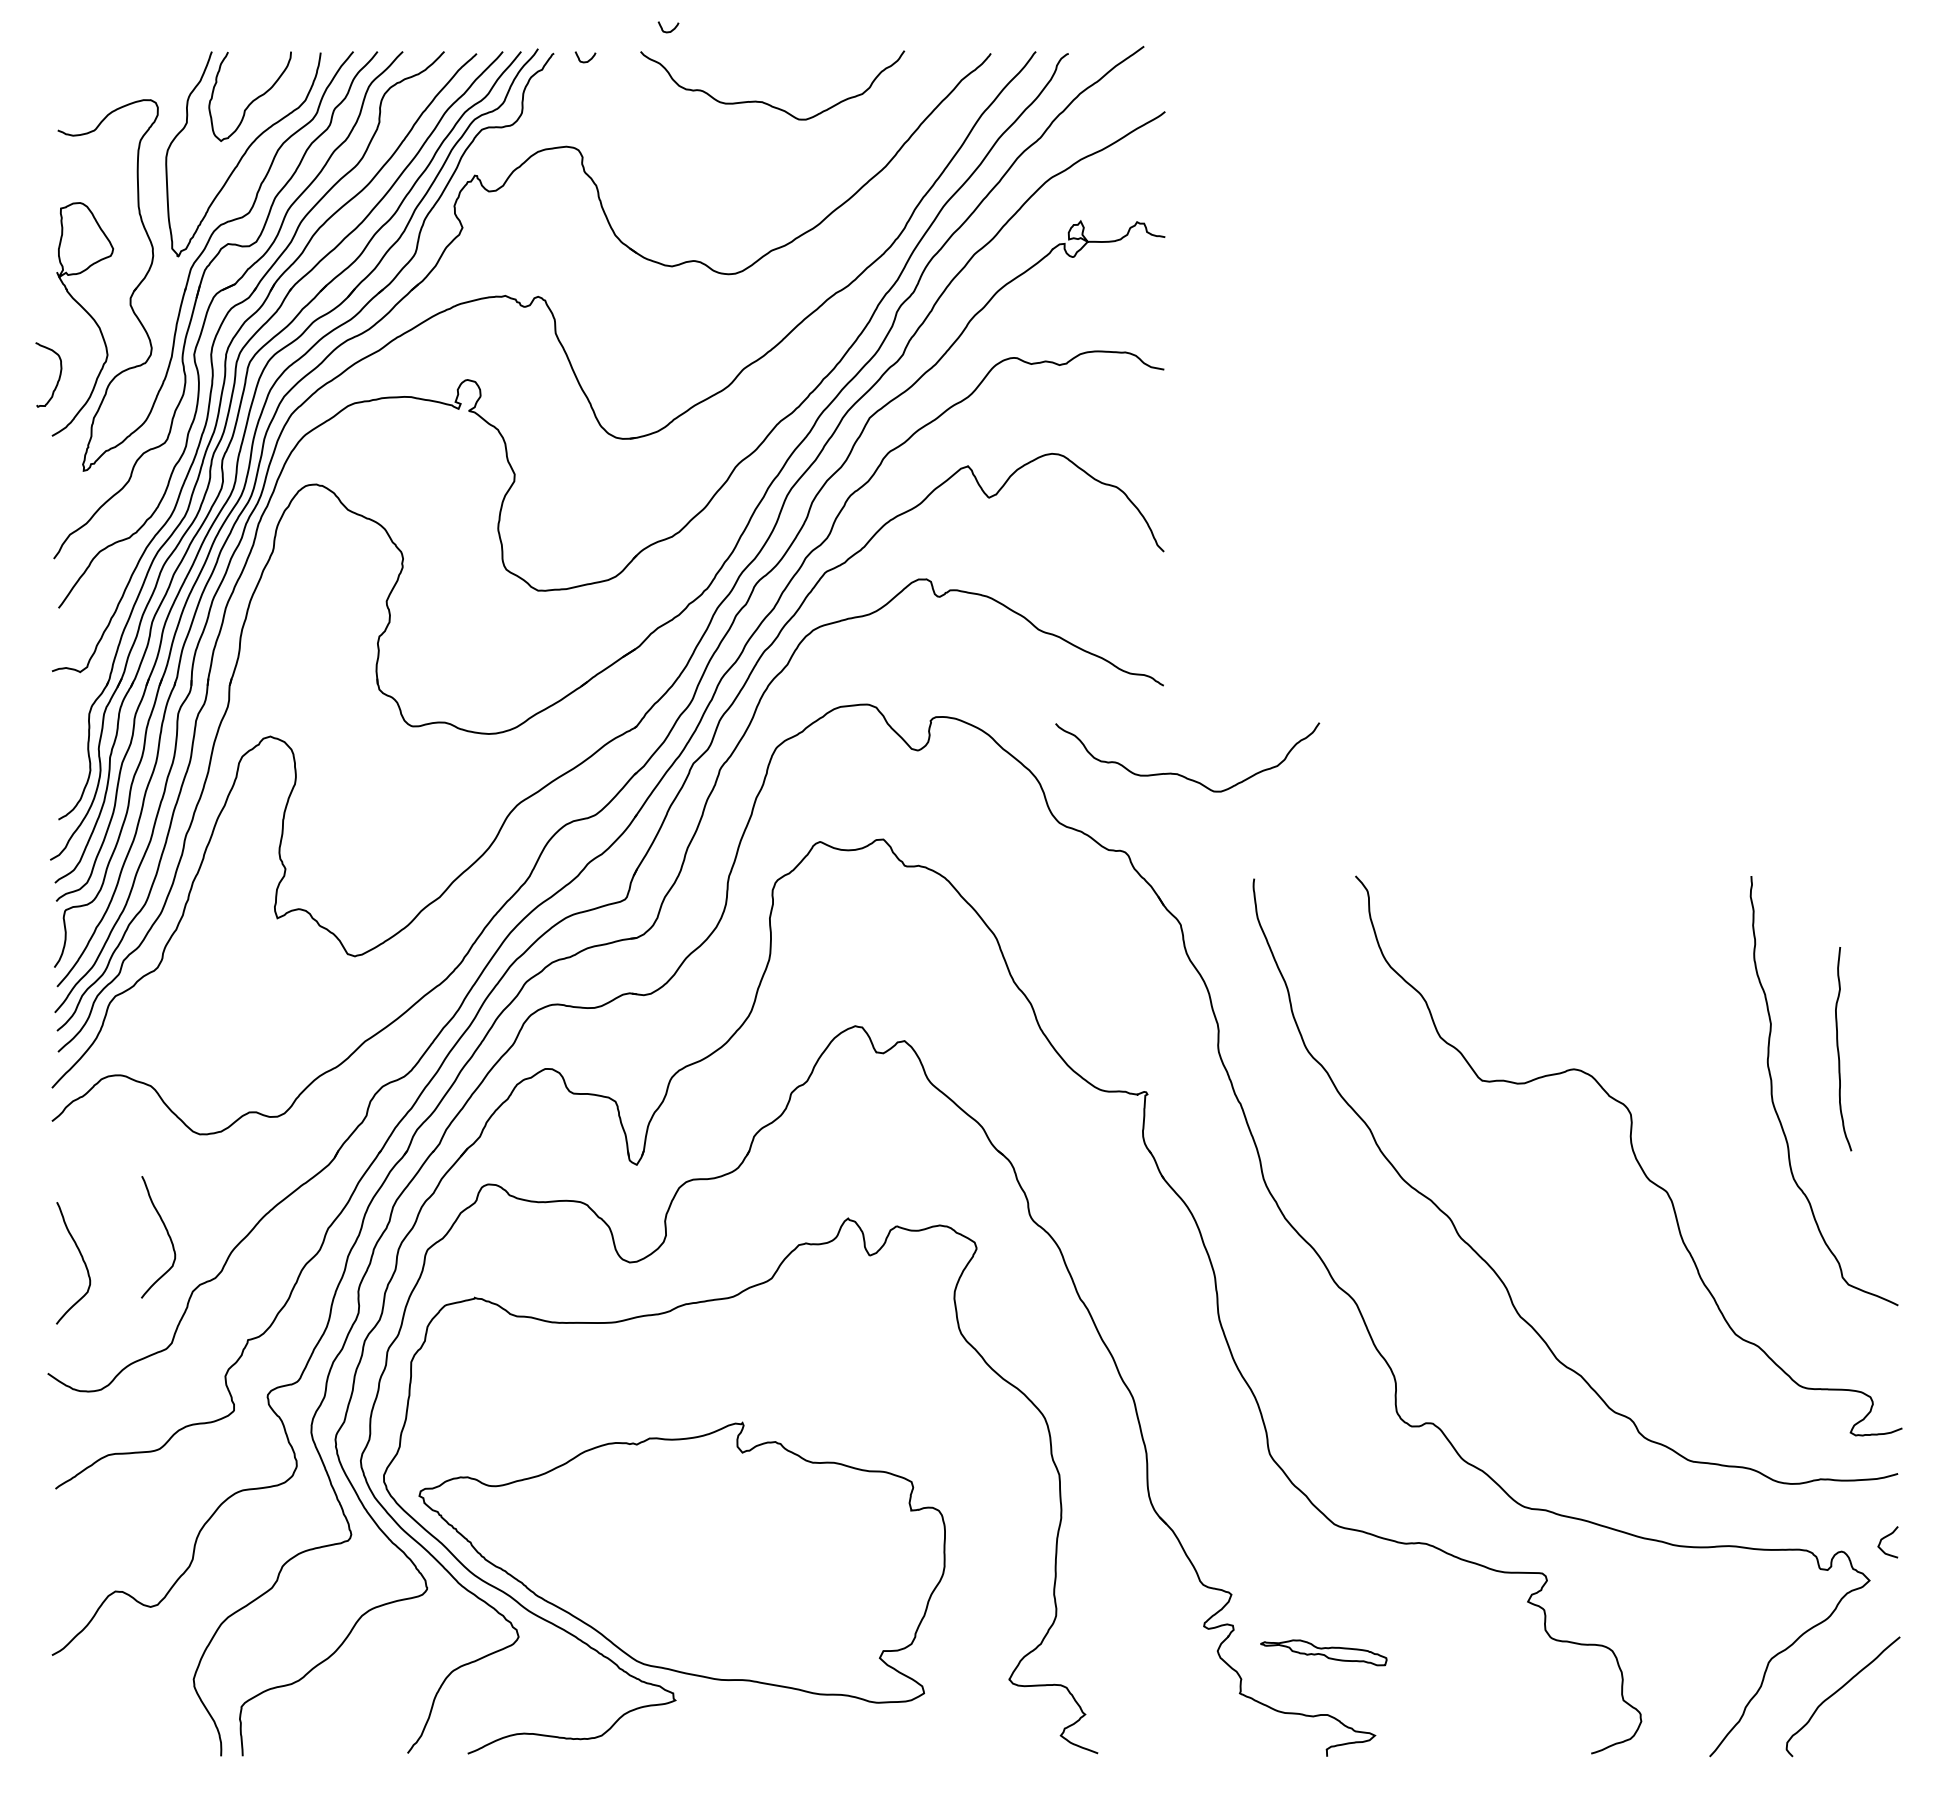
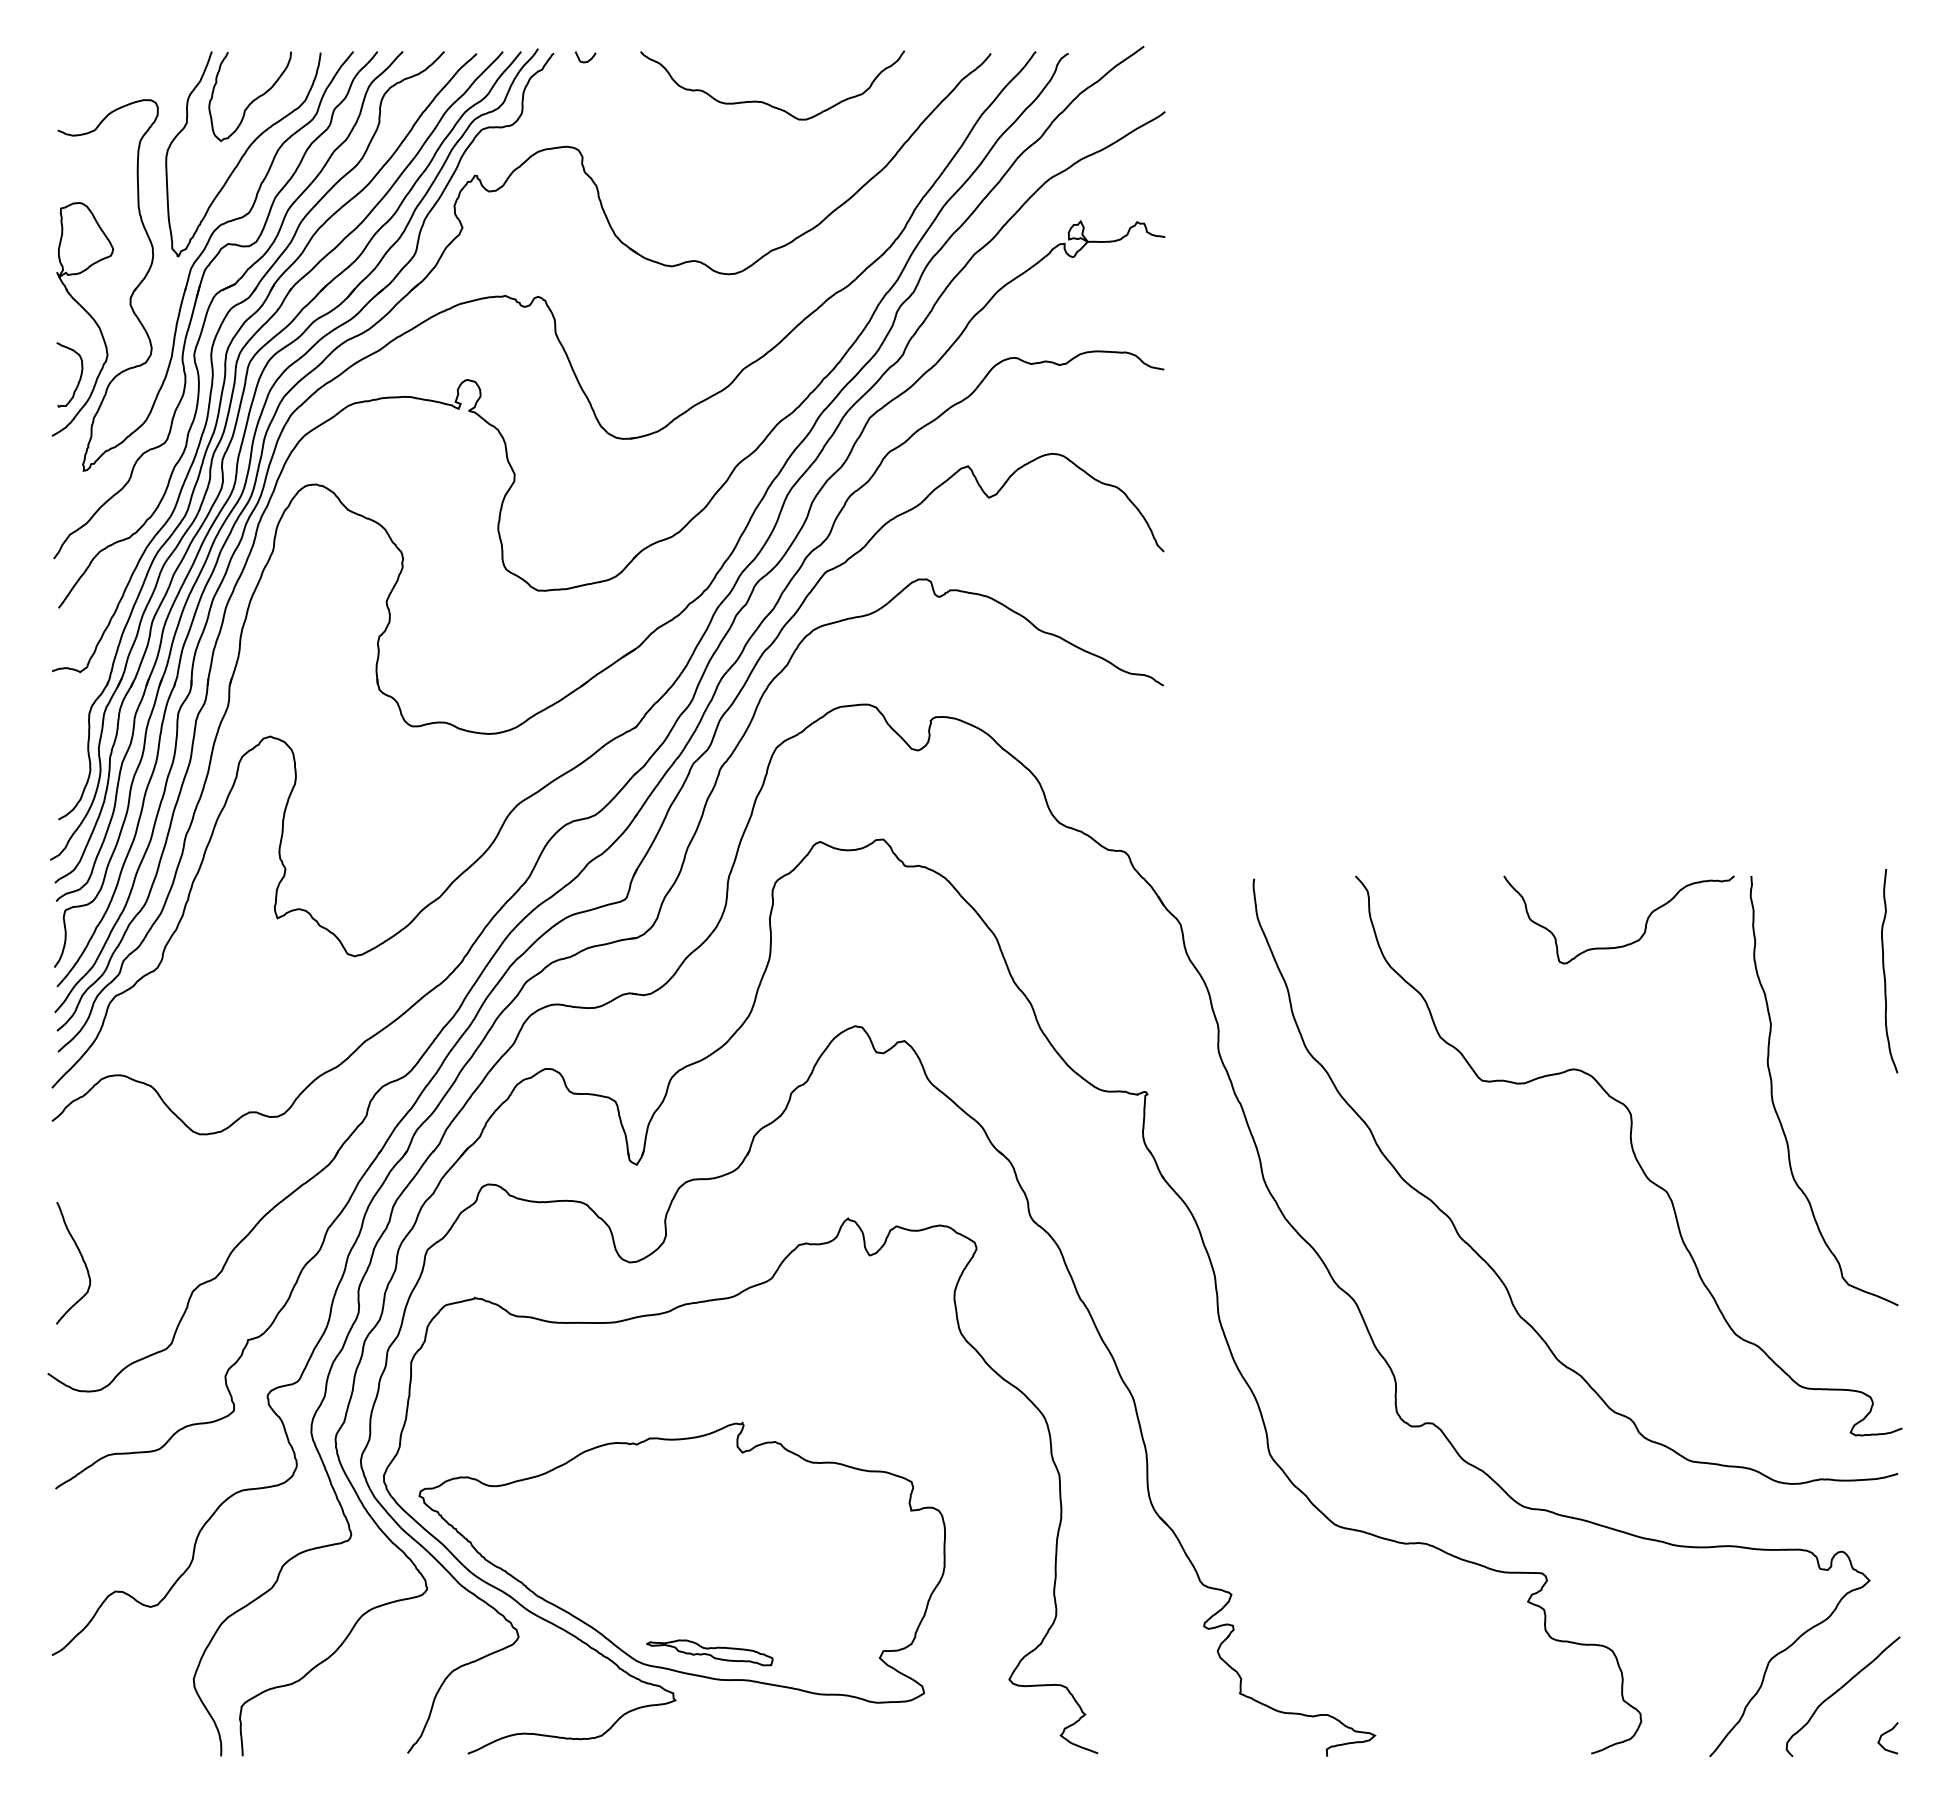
curve at (670, 30): present -> none
curve at (58, 377) position: (58, 377) -> (79, 377)
curve at (1181, 774): present -> none
curve at (1625, 944): none -> present
curve at (1839, 1051) position: (1839, 1051) -> (1885, 973)
curve at (166, 1232): present -> none
curve at (1885, 1538) position: (1885, 1538) -> (1885, 1734)
part at (1323, 1652) position: (1323, 1652) -> (709, 1652)
